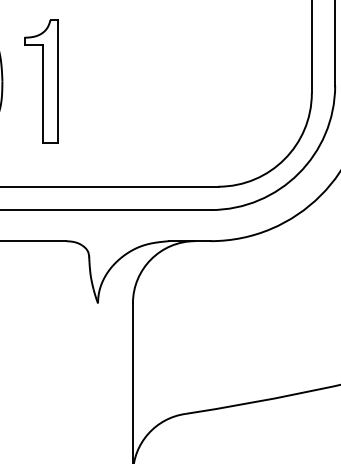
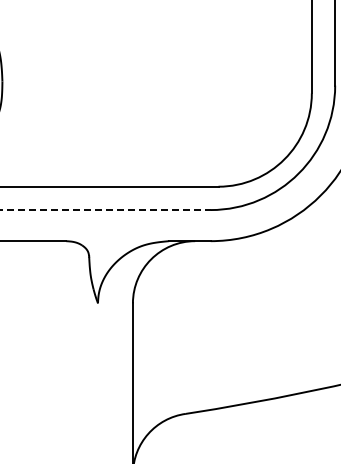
part at (41, 81): present -> none
line at (105, 210): solid -> dashed
